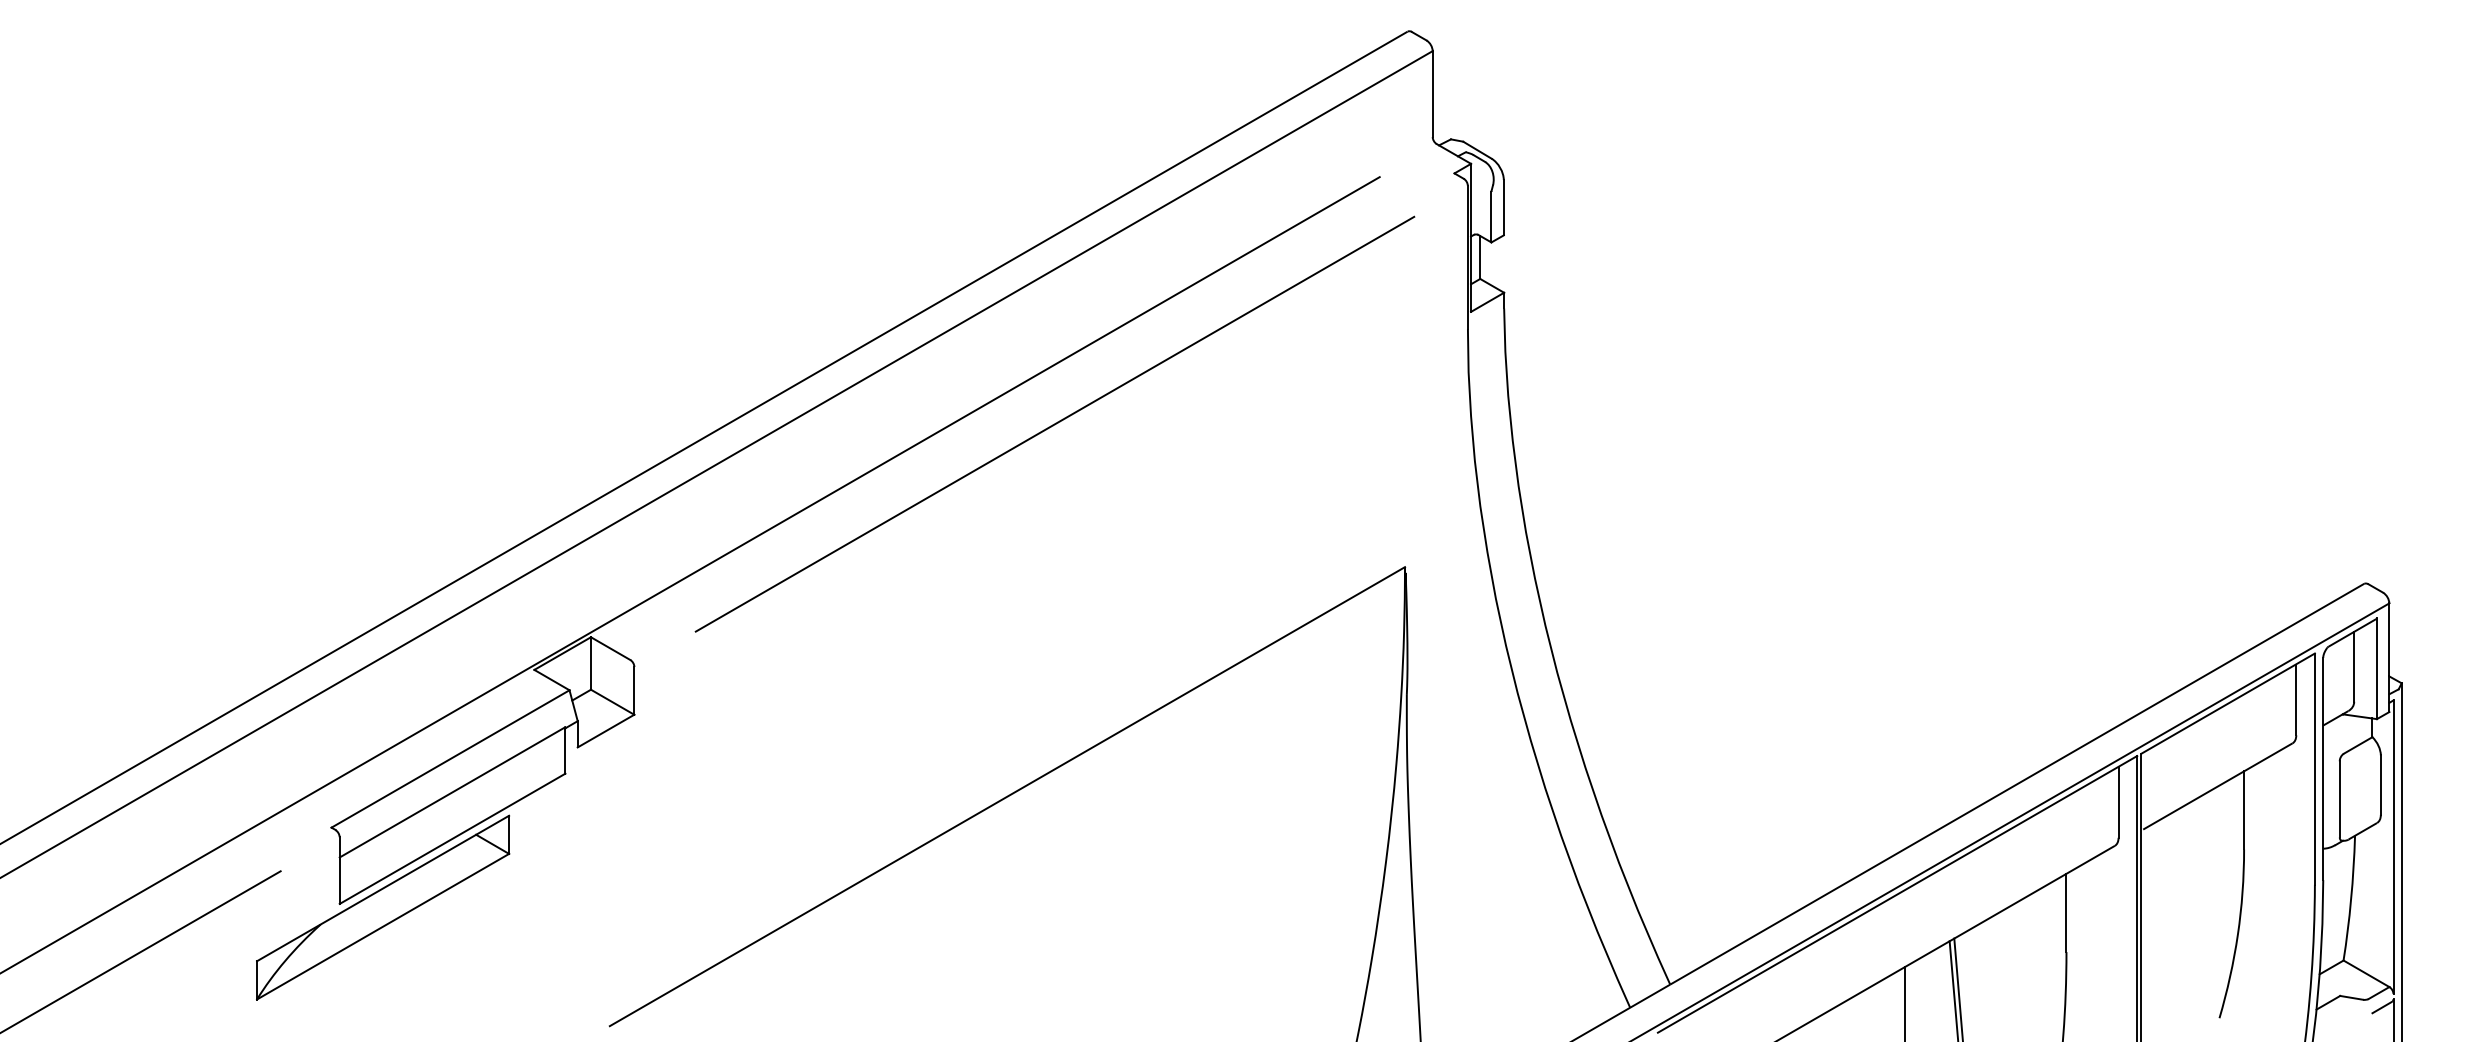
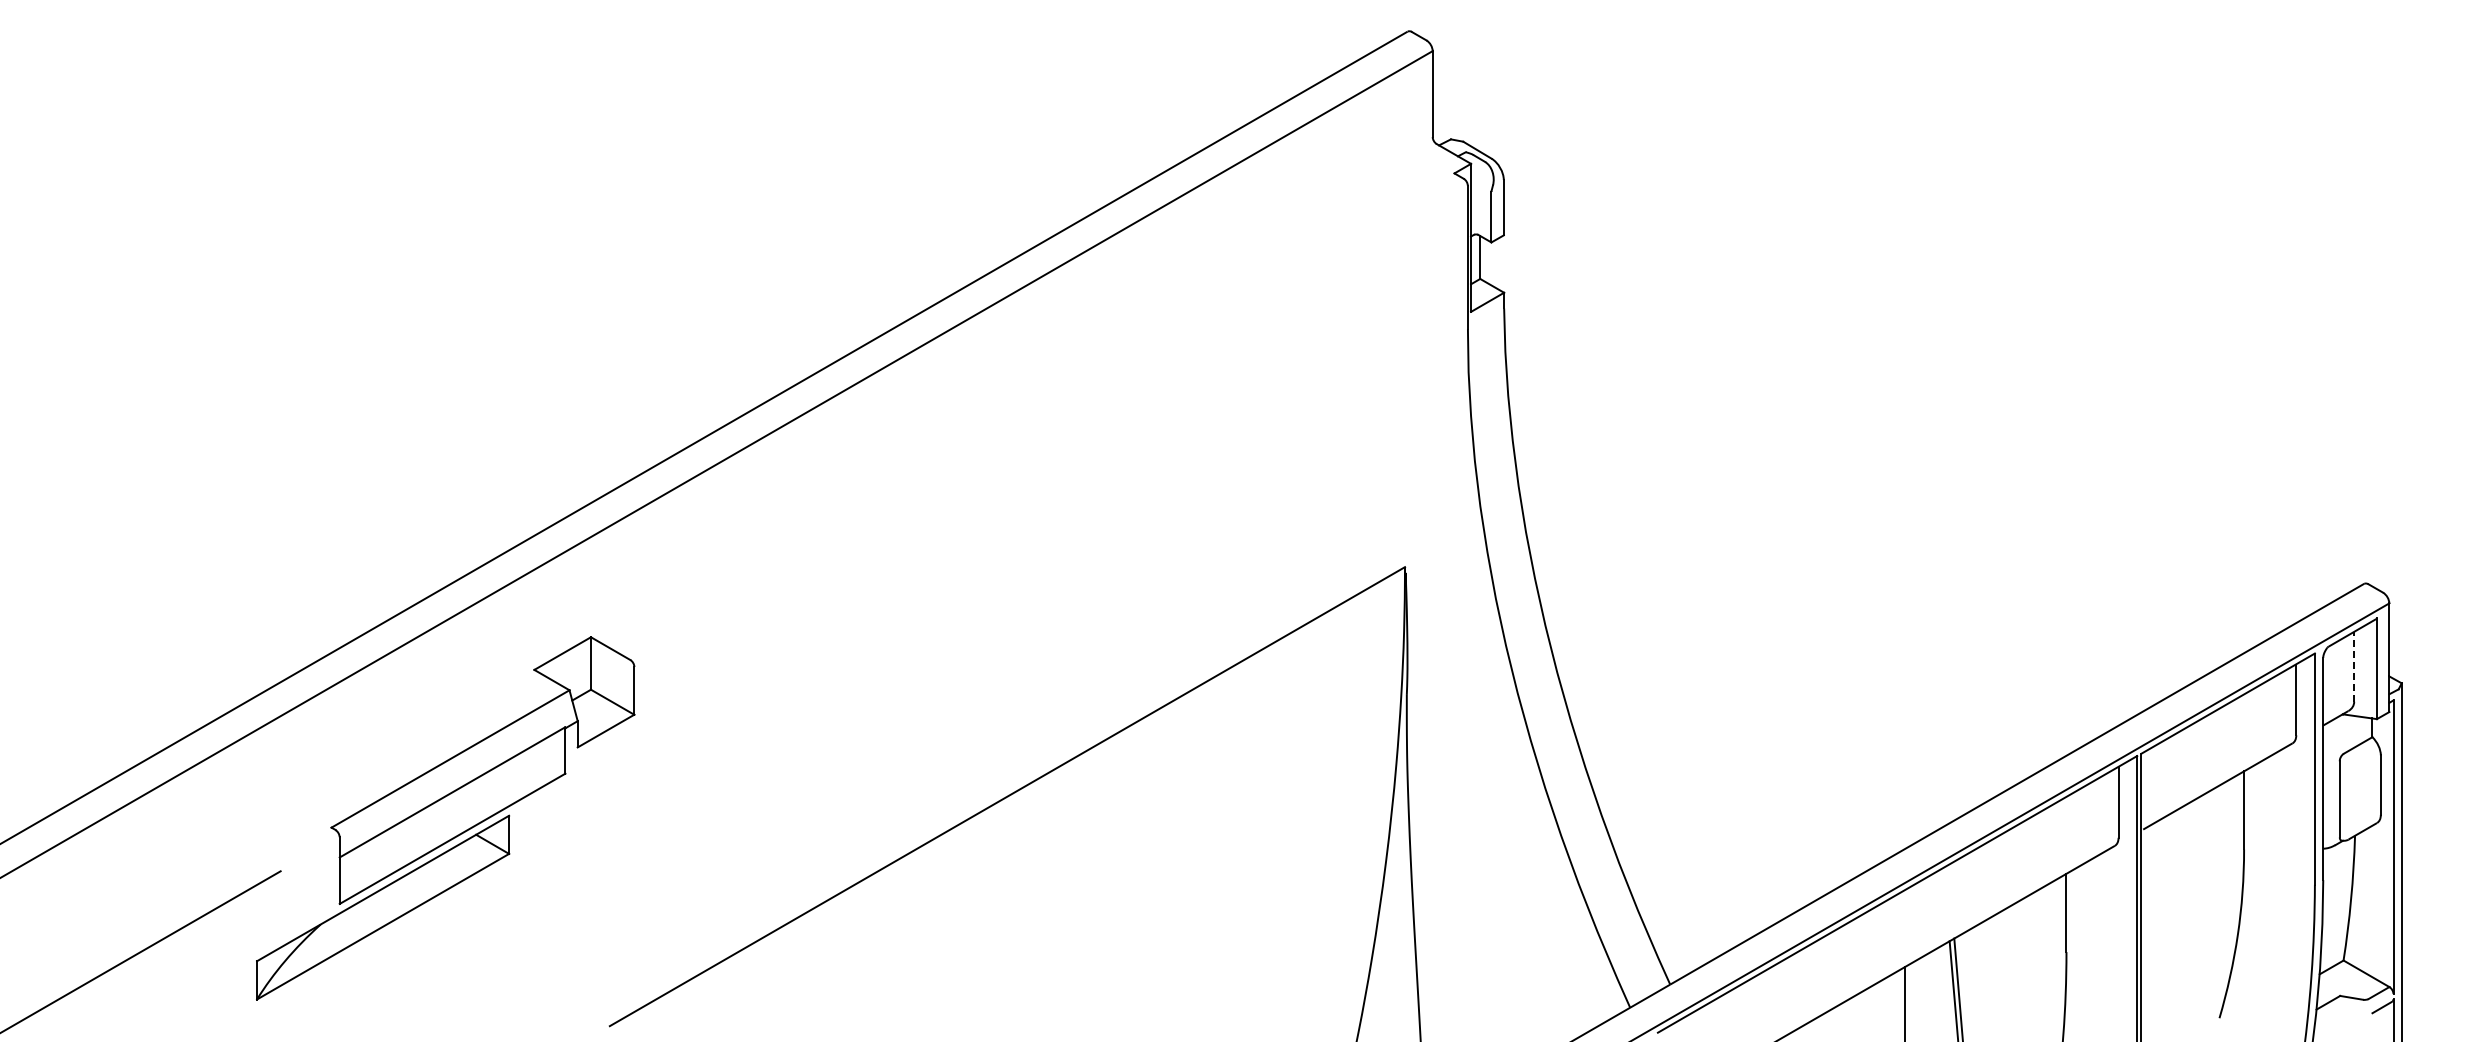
line at (1054, 423): present -> none
line at (690, 574): present -> none
line at (2354, 666): solid -> dashed
